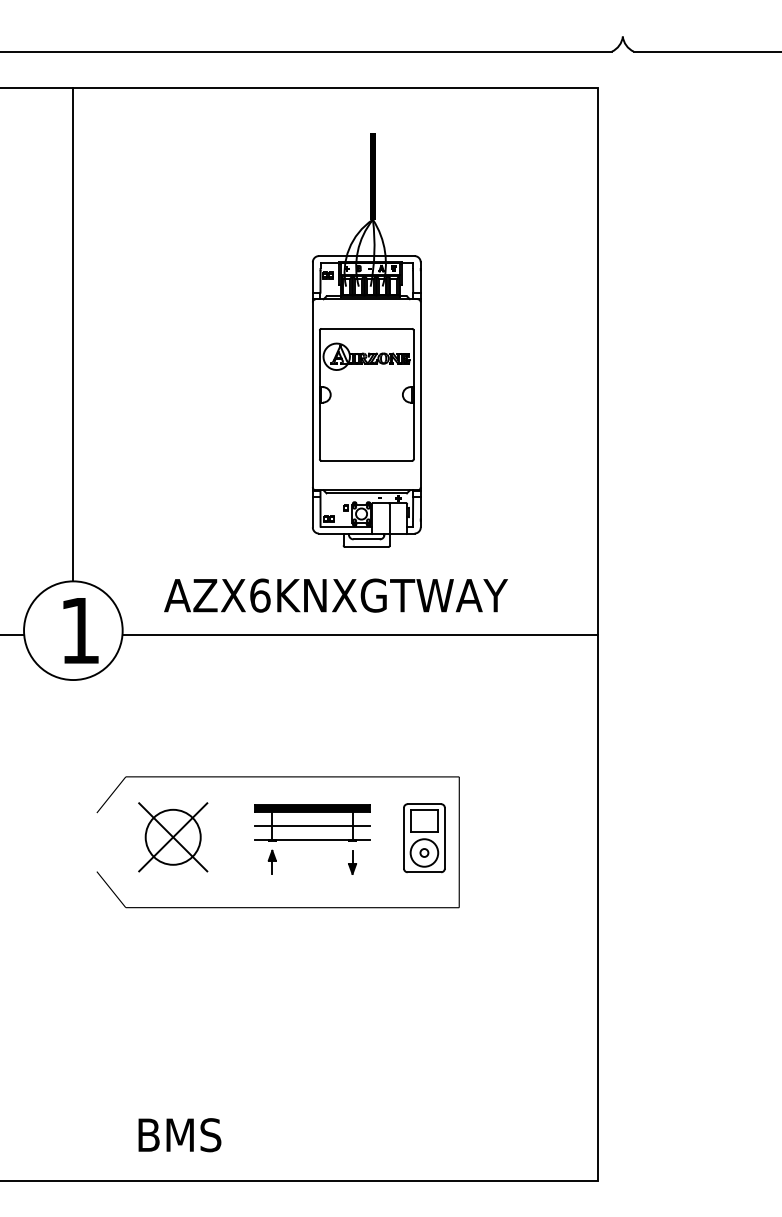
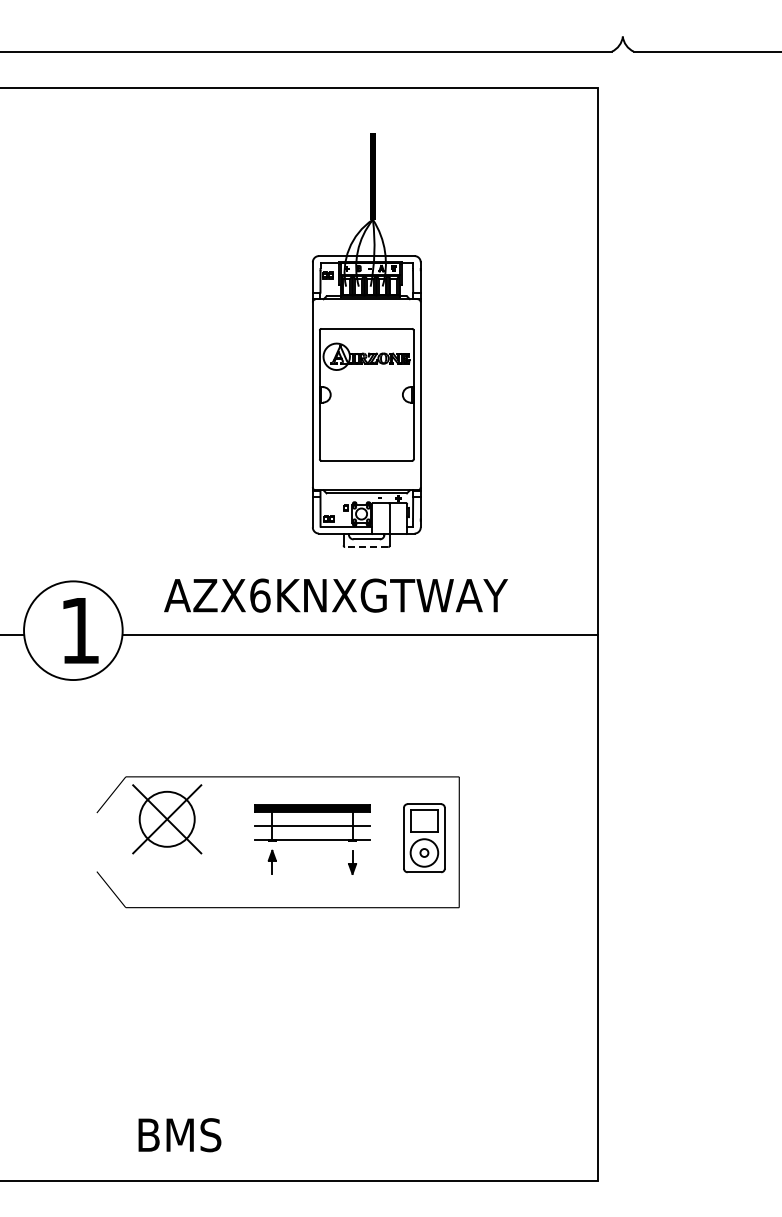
line at (73, 334): present -> none
line at (366, 547): solid -> dashed
part at (173, 837) position: (173, 837) -> (167, 819)
